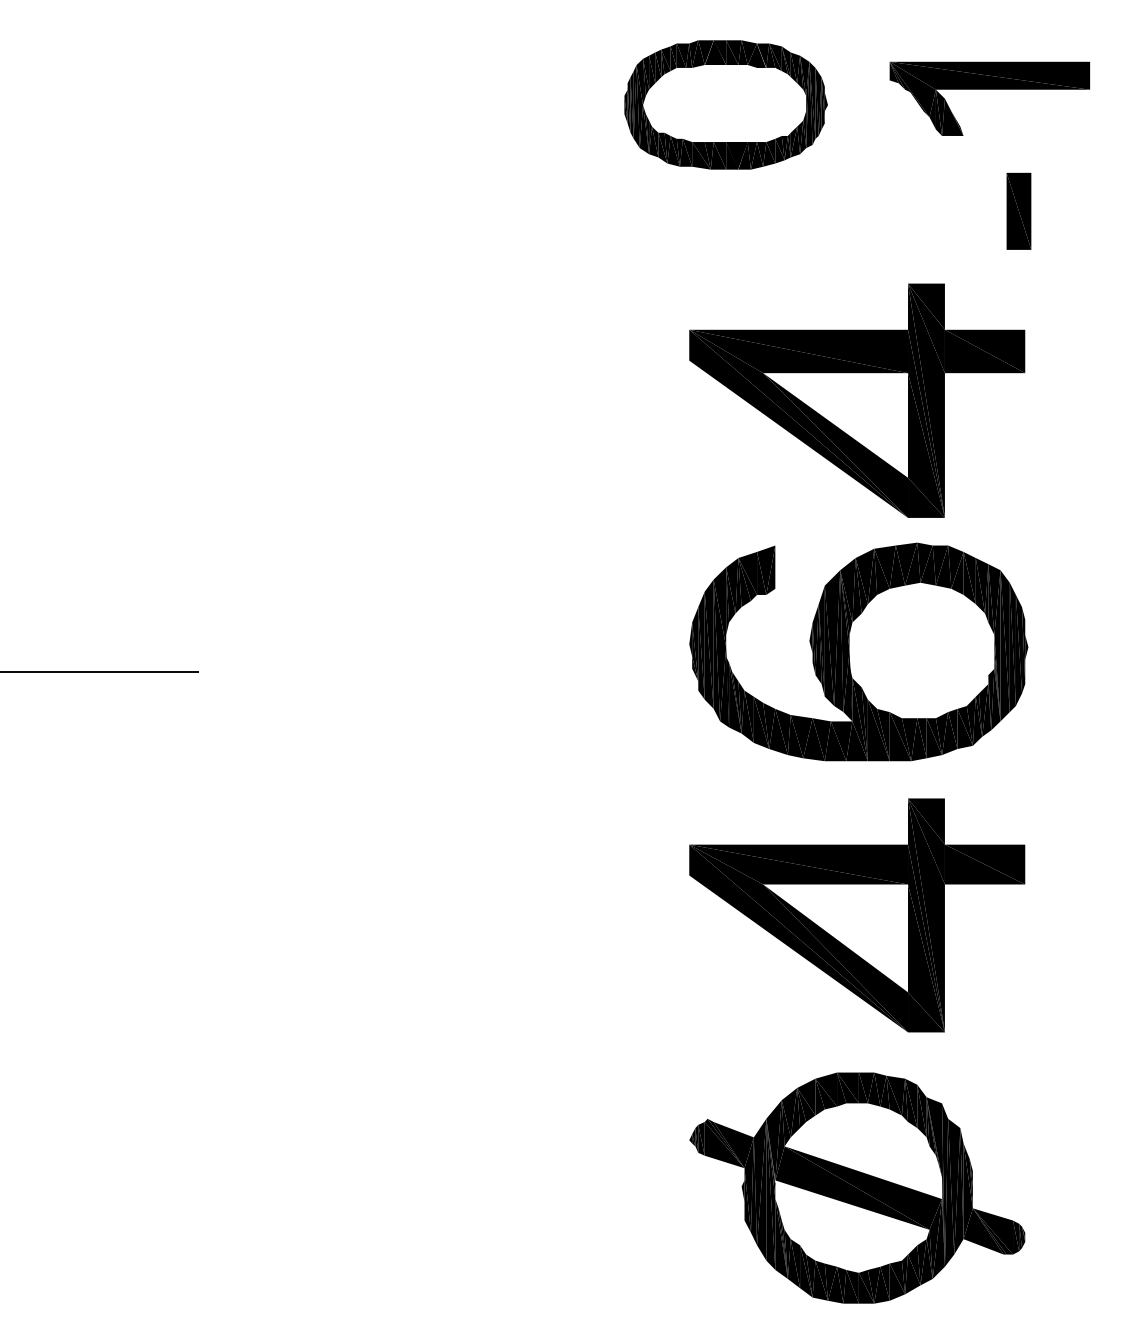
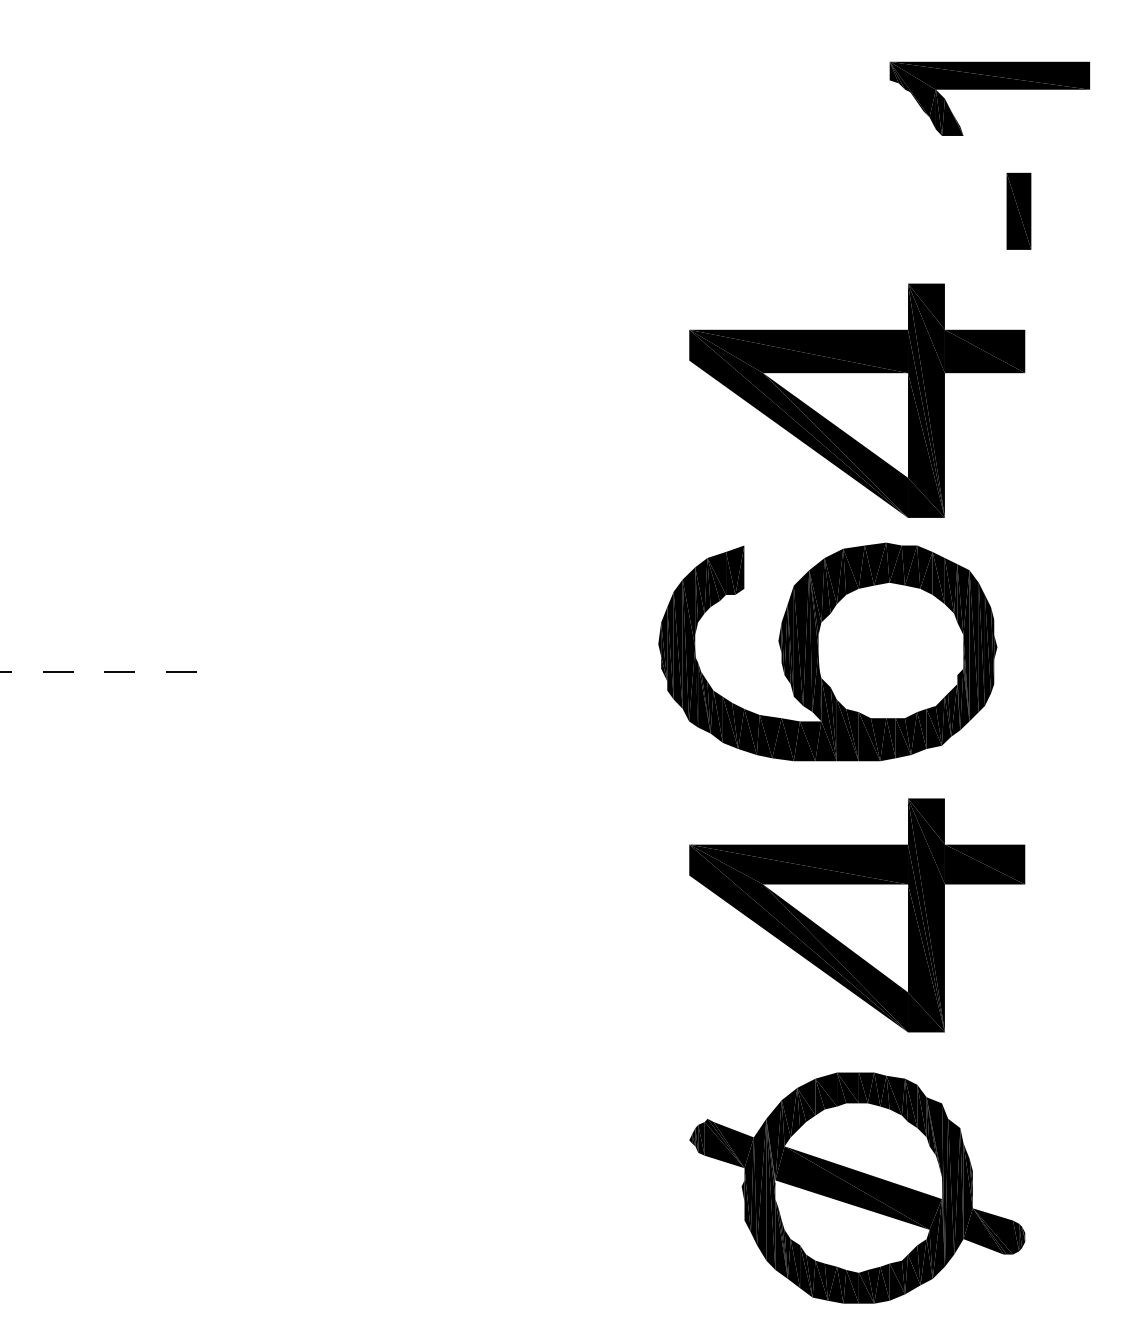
part at (725, 104): present -> none
part at (858, 651) position: (858, 651) -> (827, 651)
line at (99, 671): solid -> dashed
